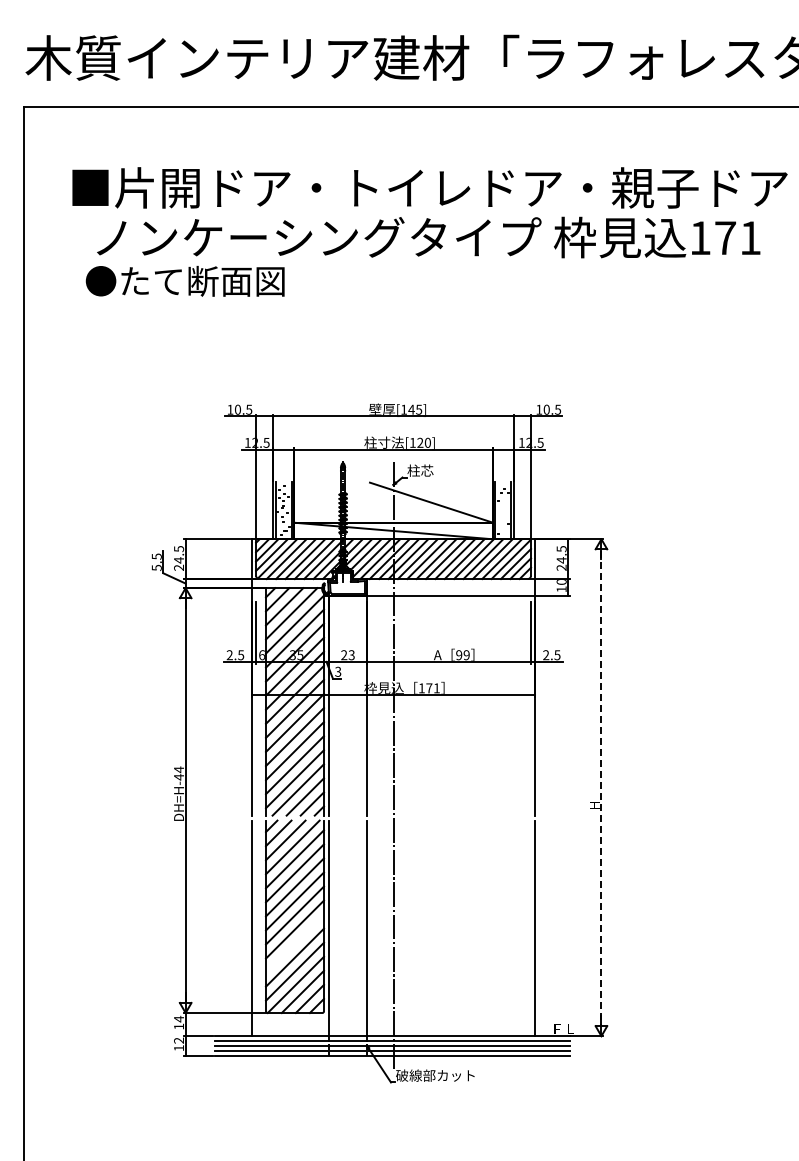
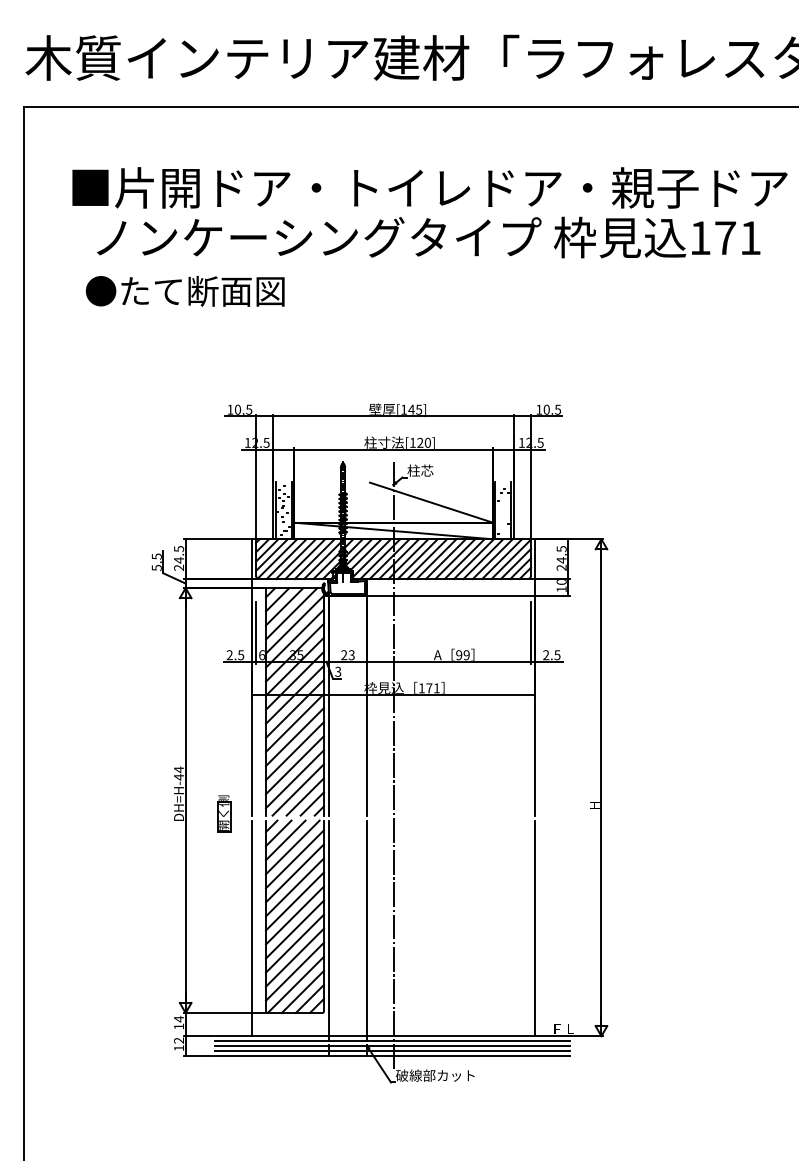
text at (184, 281) position: (184, 281) -> (184, 291)
line at (601, 787): dashed -> solid
part at (224, 813): none -> present
line at (295, 943): none -> present
